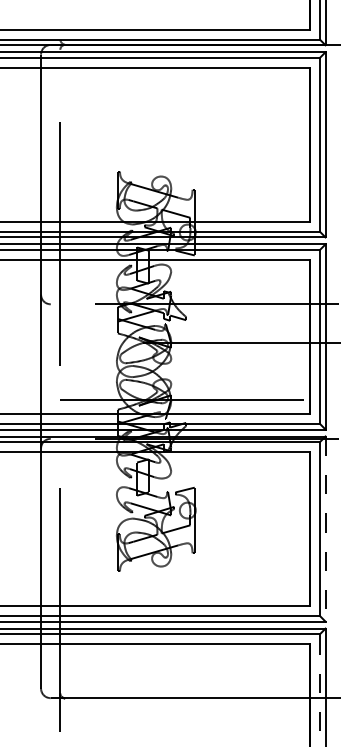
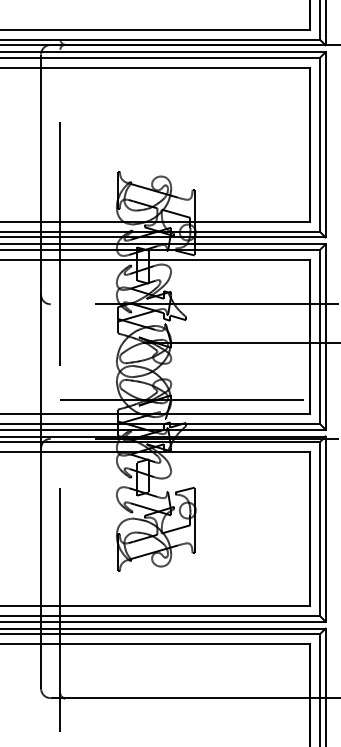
line at (325, 529): dashed -> solid
line at (320, 689): dashed -> solid
